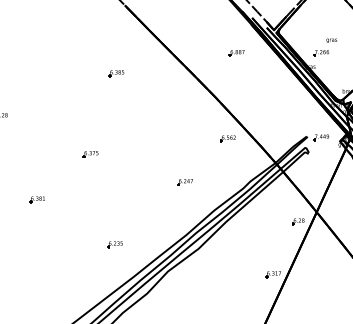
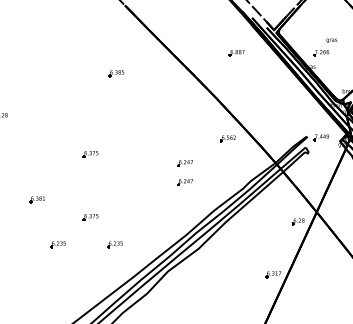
part at (184, 163): none -> present
part at (90, 217): none -> present
part at (57, 244): none -> present
